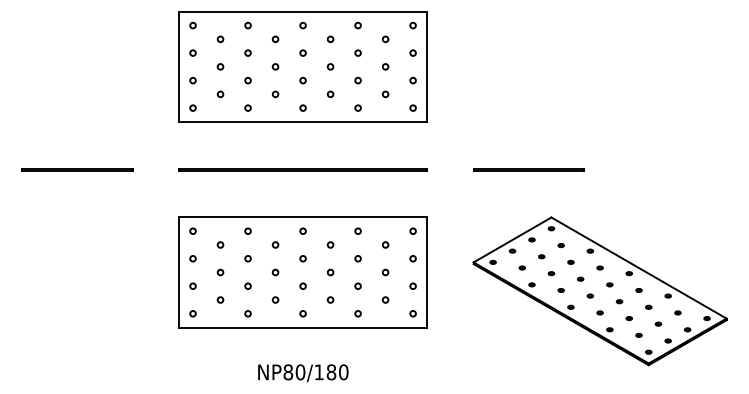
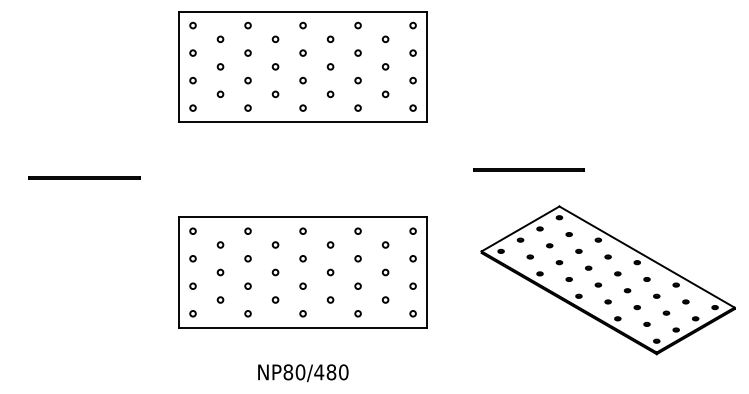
line at (77, 169) position: (77, 169) -> (84, 177)
line at (302, 169): present -> none
part at (599, 291) position: (599, 291) -> (607, 280)
text at (319, 372): NP80/180 -> NP80/480
